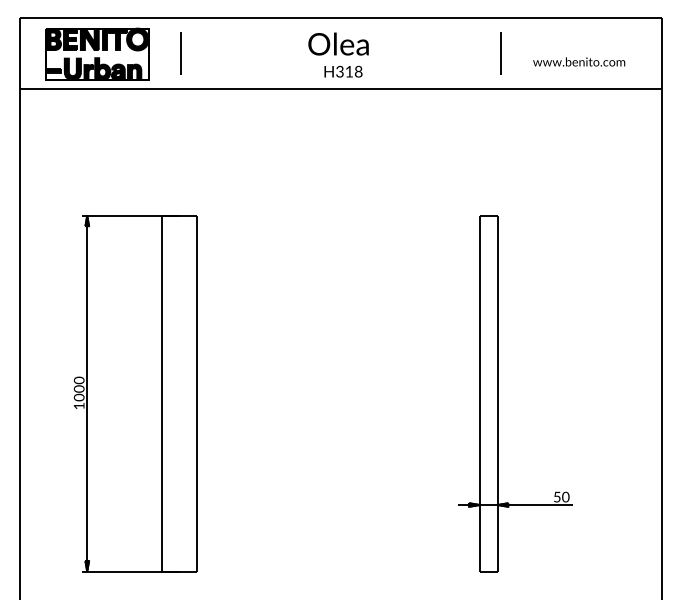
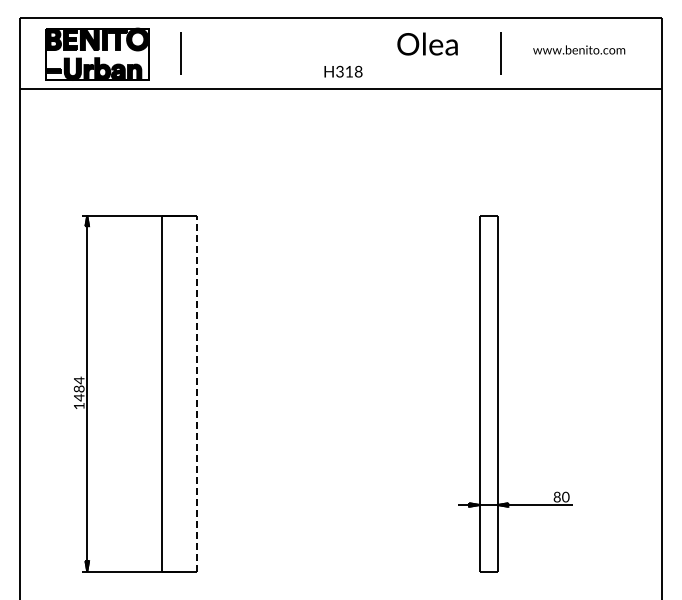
text at (338, 43) position: (338, 43) -> (427, 43)
text at (579, 61) position: (579, 61) -> (579, 49)
text at (78, 388): 1000 -> 1484
line at (197, 393): solid -> dashed
text at (556, 496): 50 -> 80
